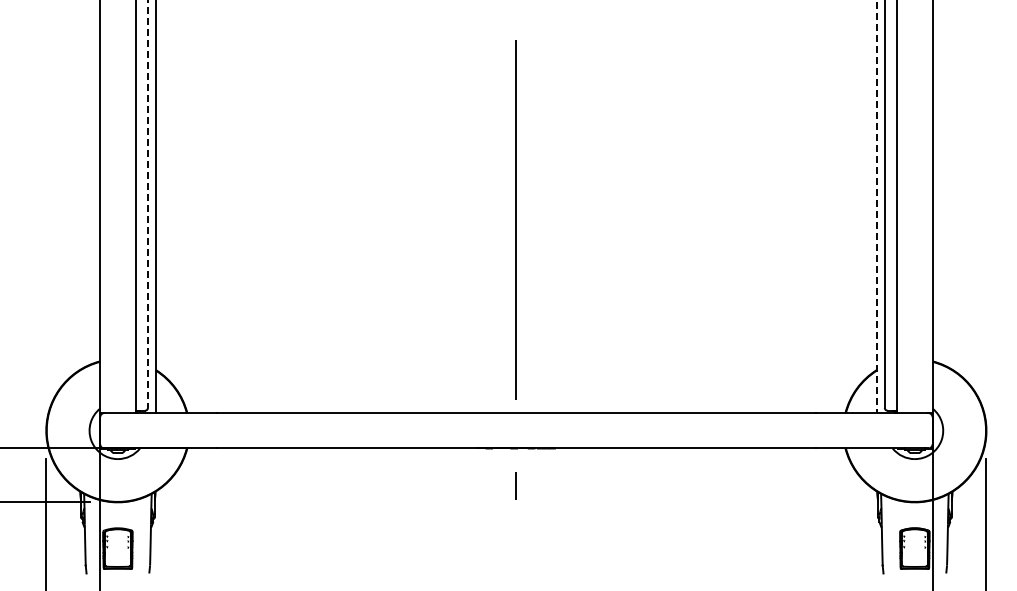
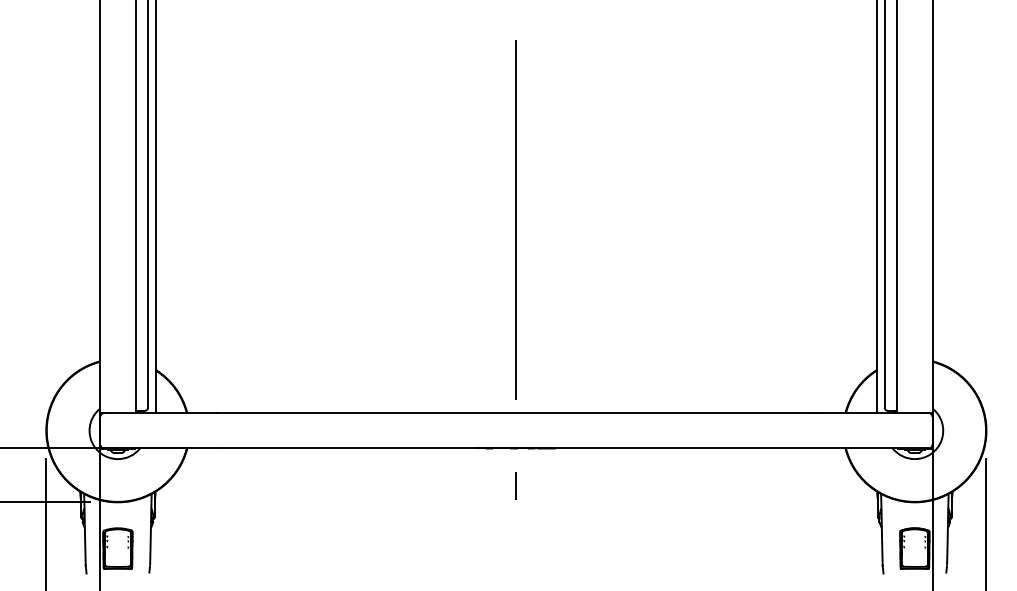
line at (147, 204): dashed -> solid
line at (876, 207): dashed -> solid
